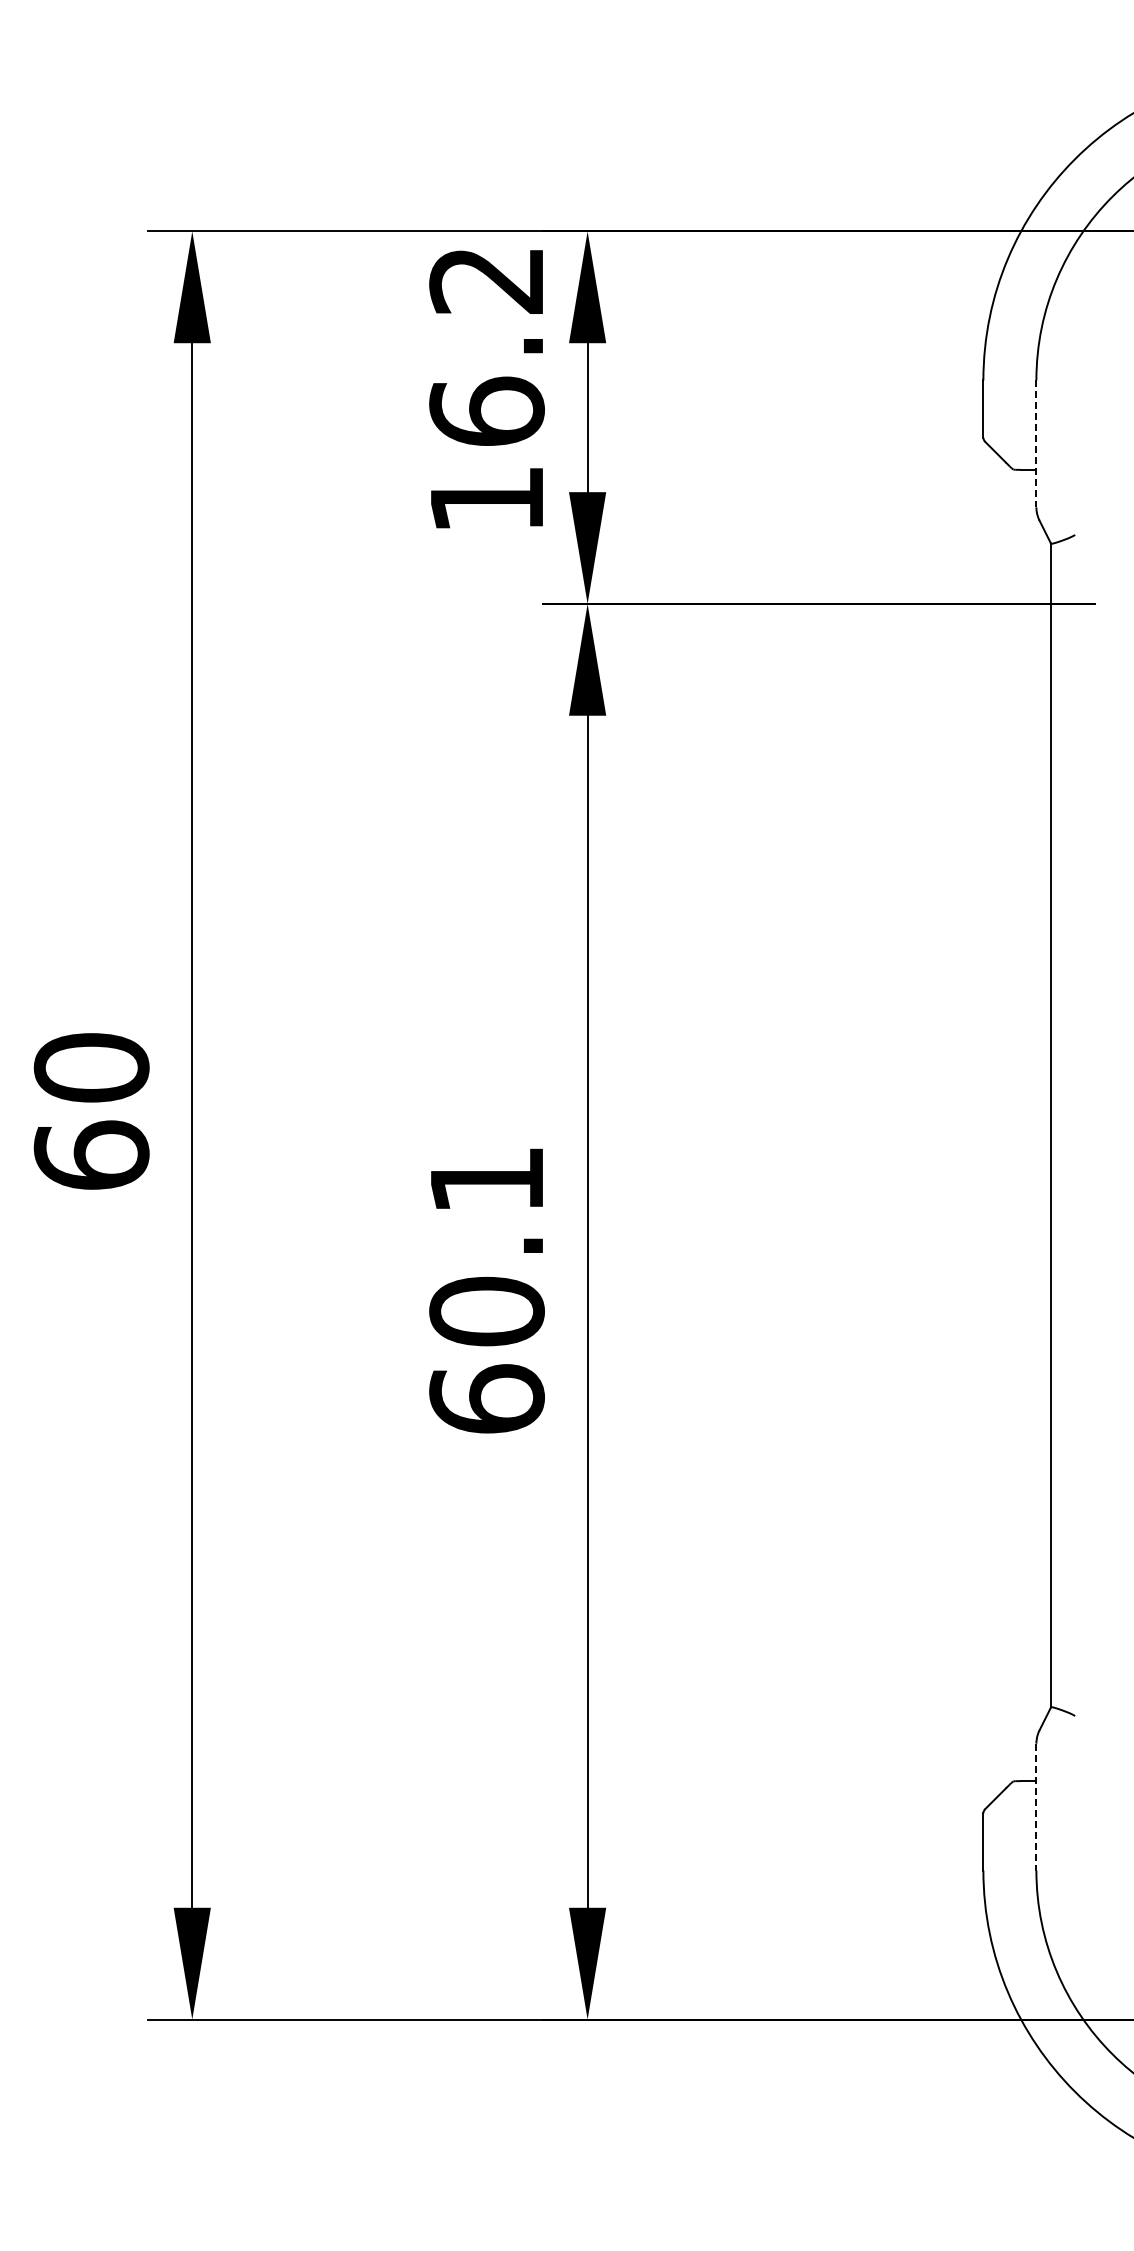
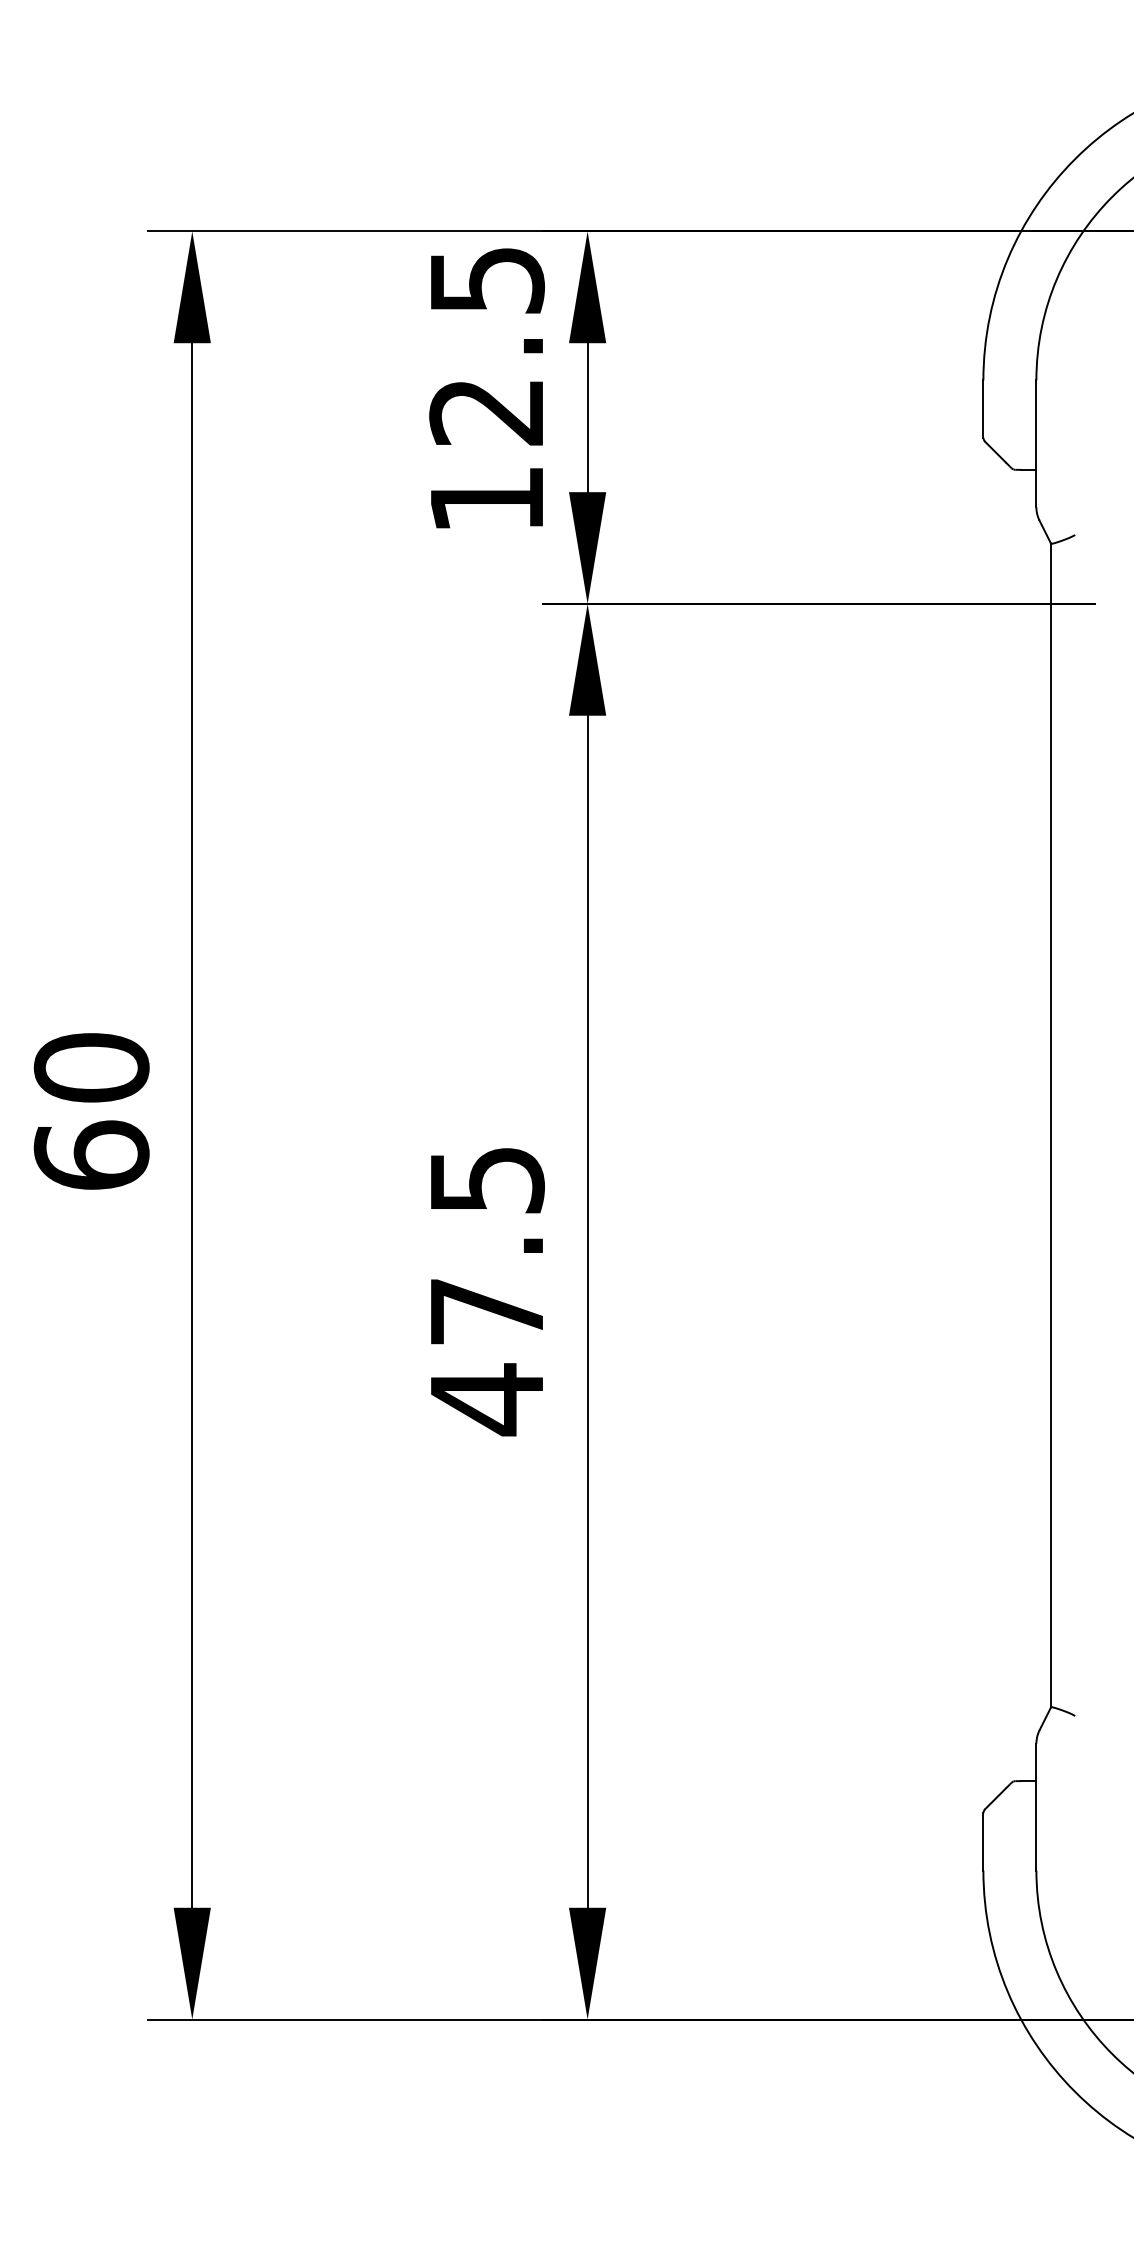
text at (486, 346): 16.2 -> 12.5
line at (1036, 444): dashed -> solid
text at (486, 1292): 60.1 -> 47.5
line at (1036, 1807): dashed -> solid
